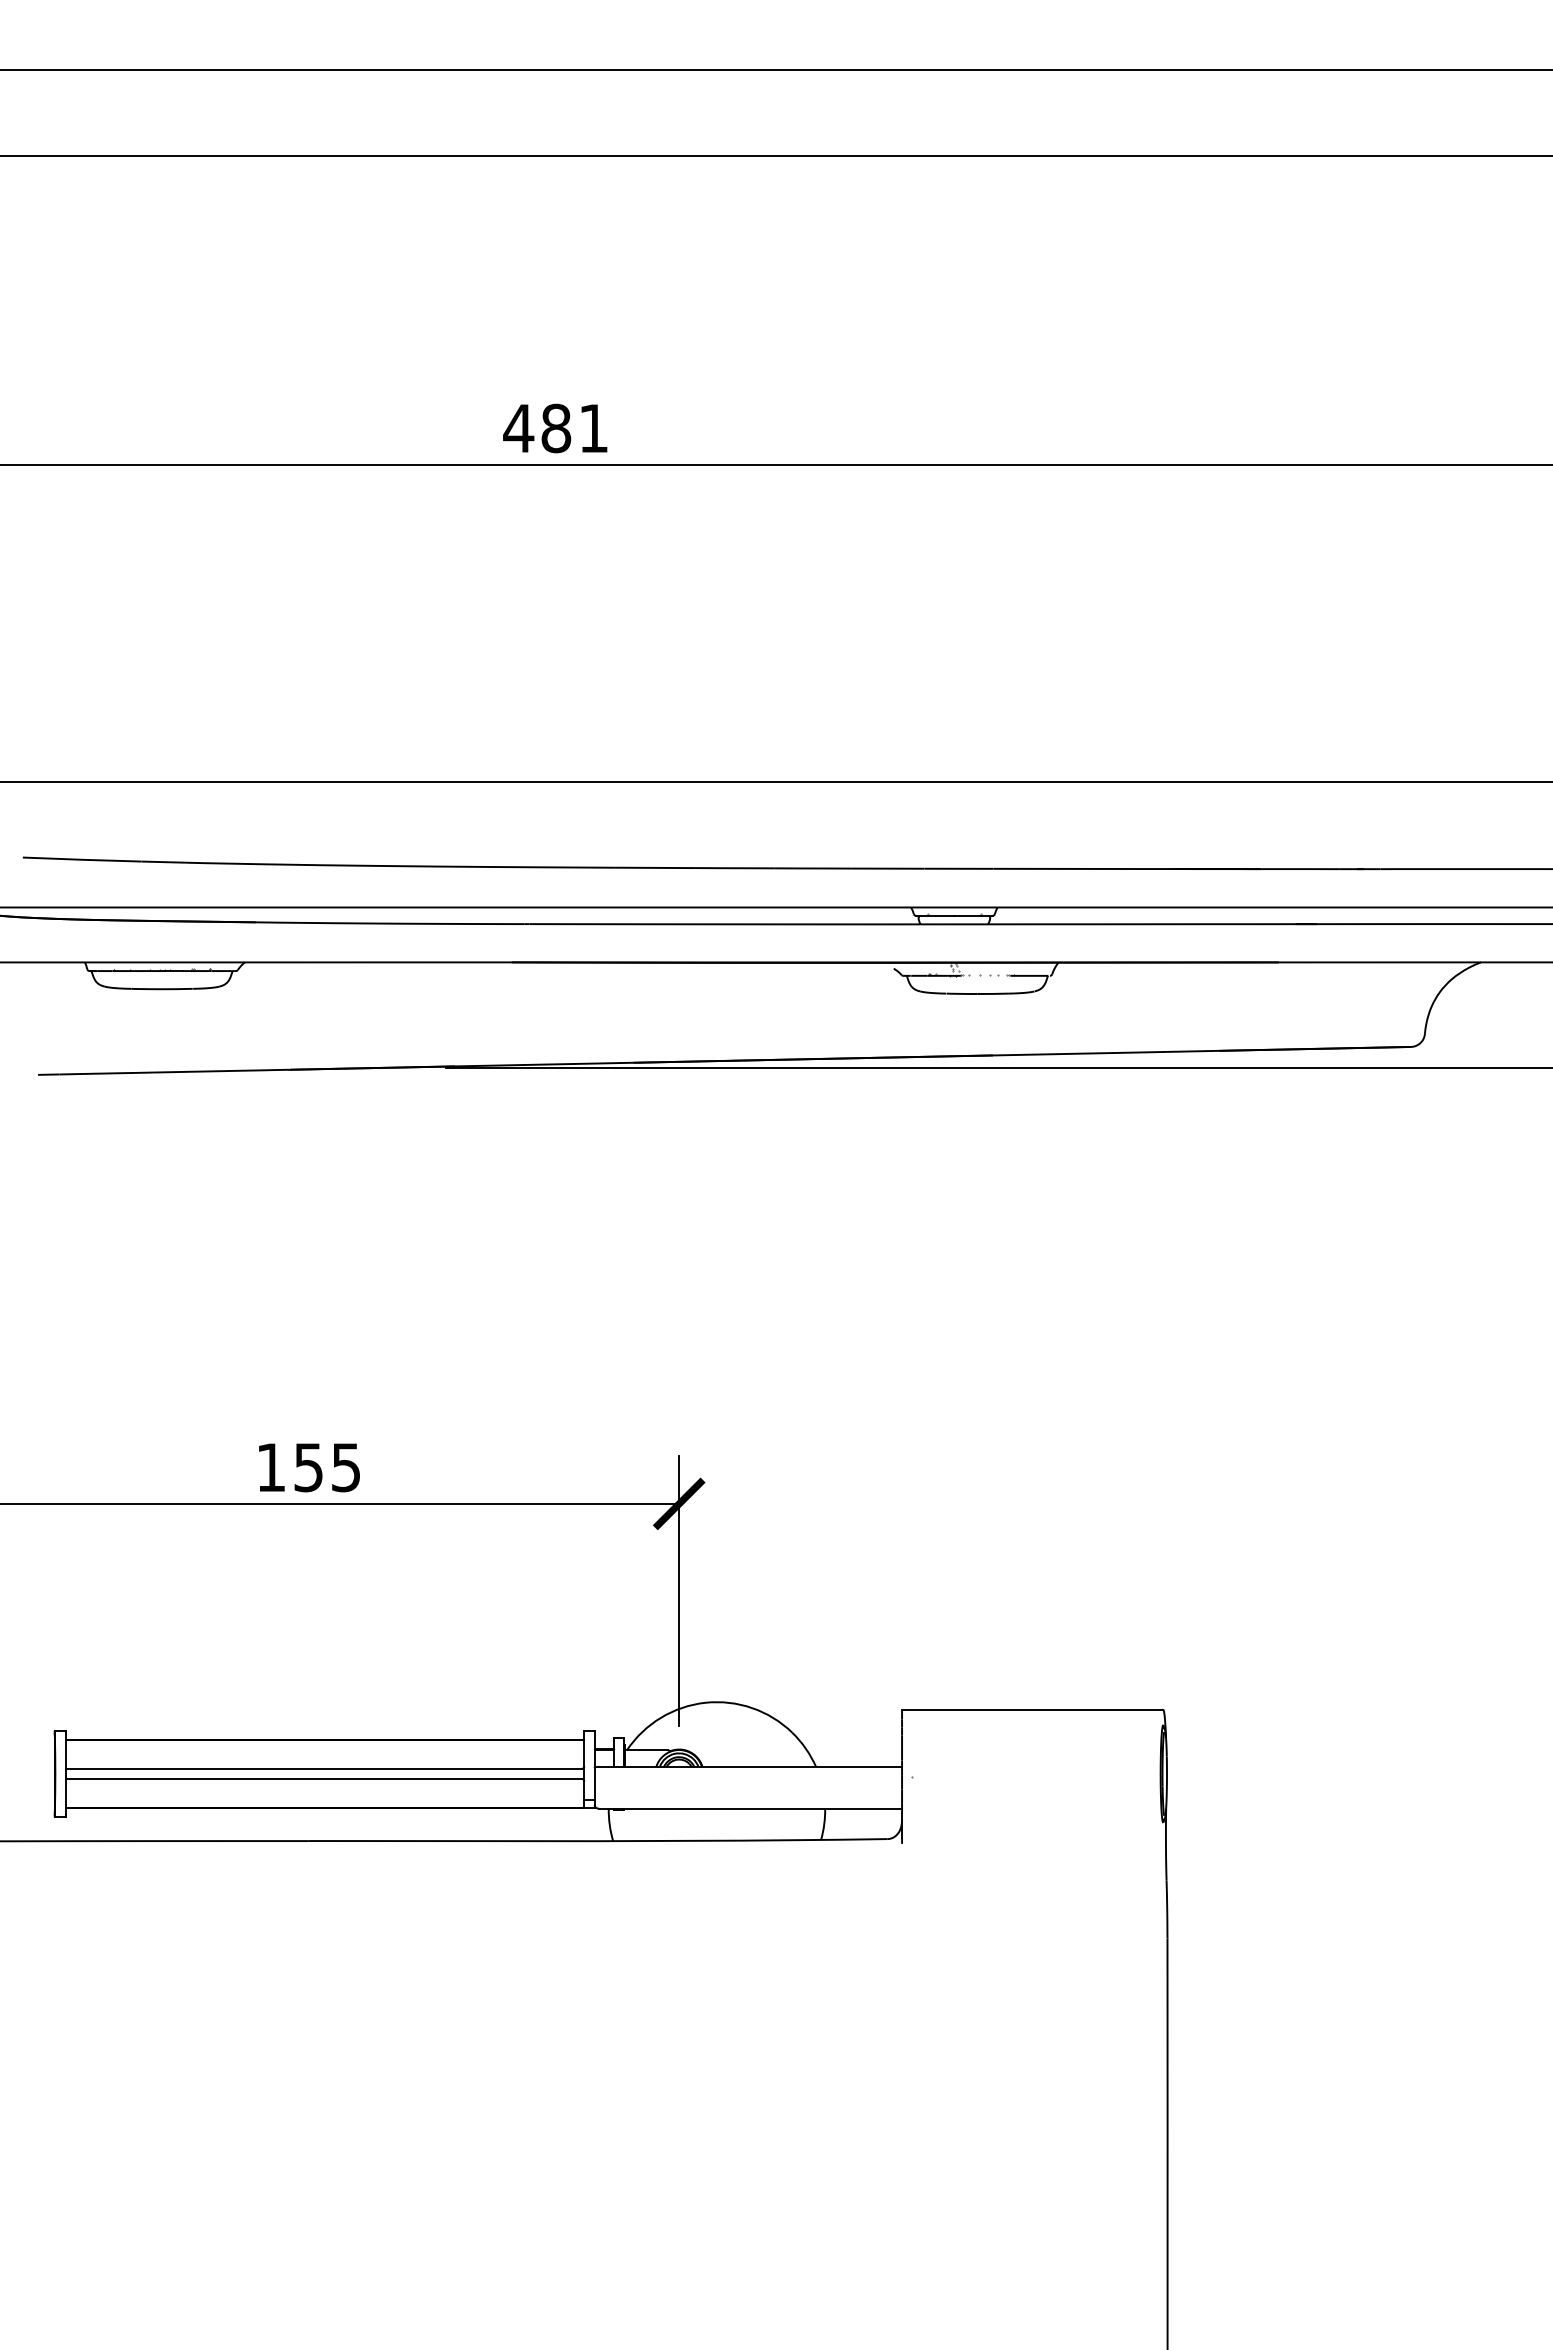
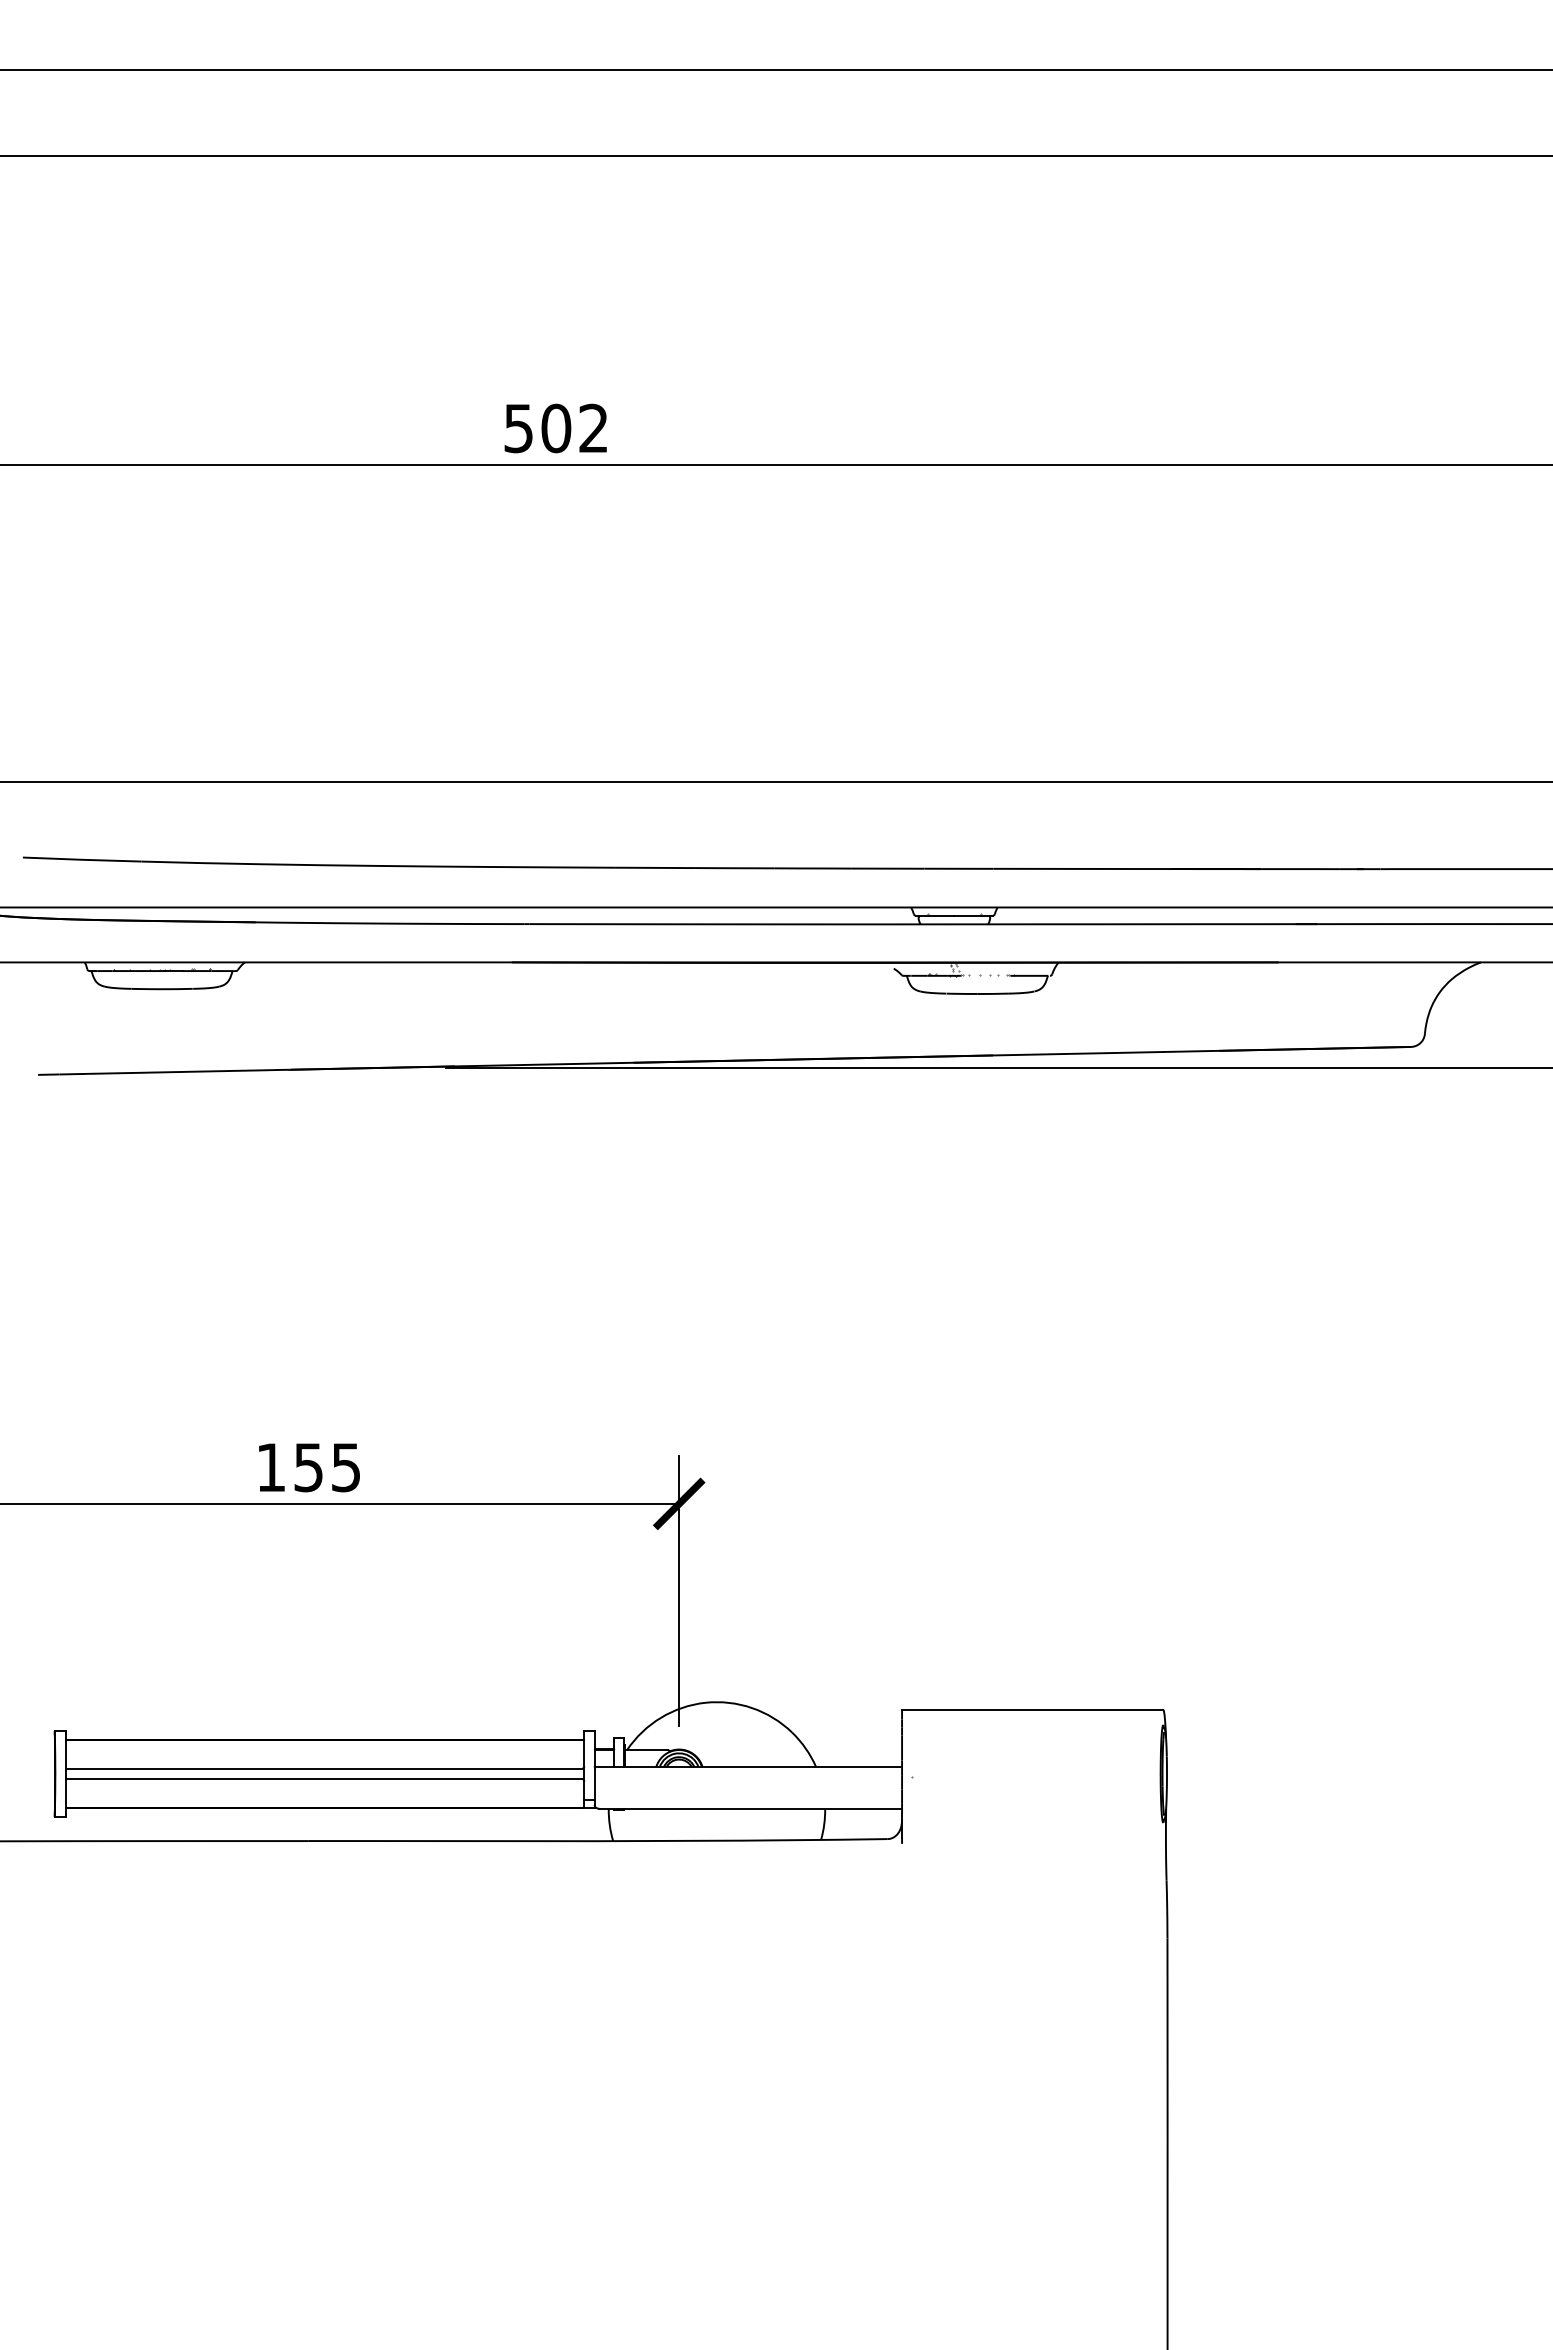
text at (555, 428): 481 -> 502
